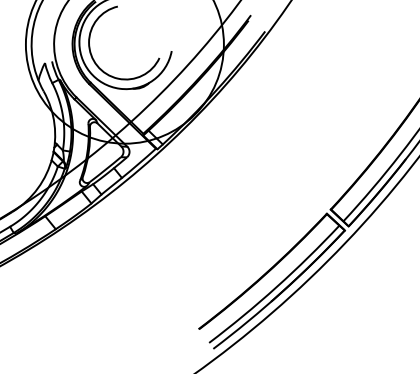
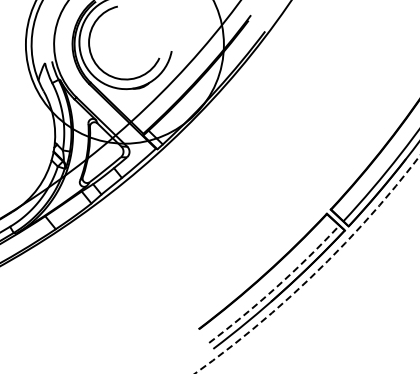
circle at (306, 264): solid -> dashed
arc at (276, 287): solid -> dashed
